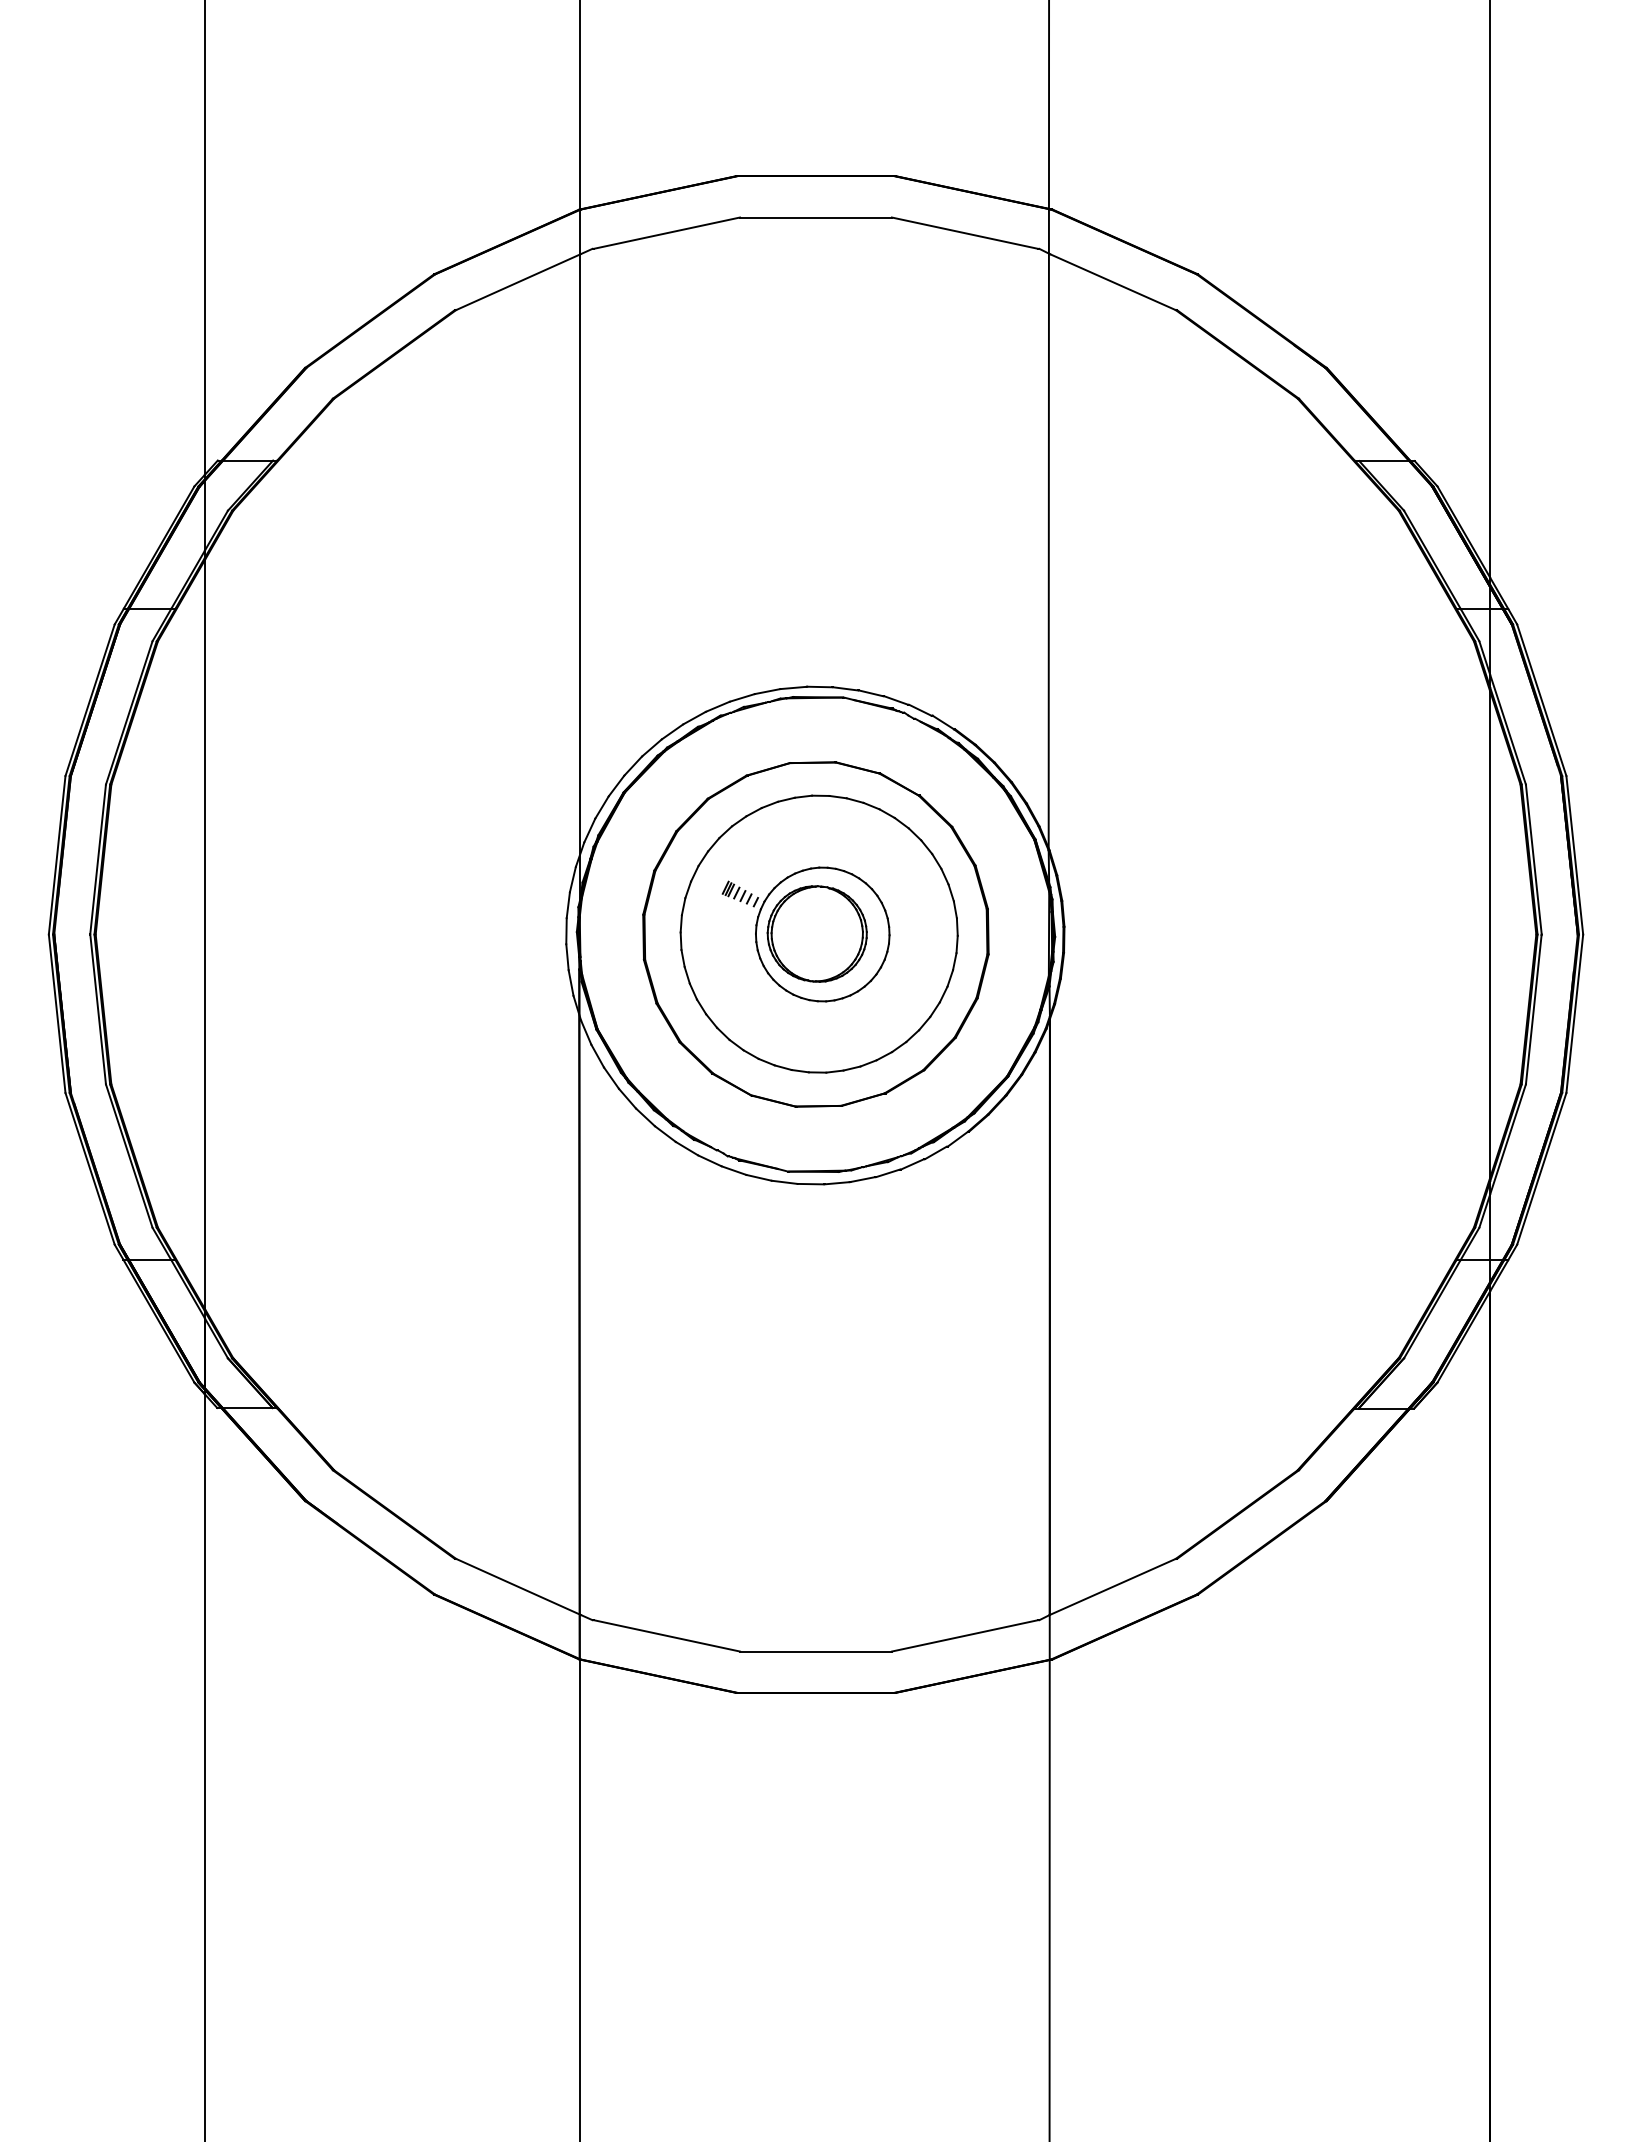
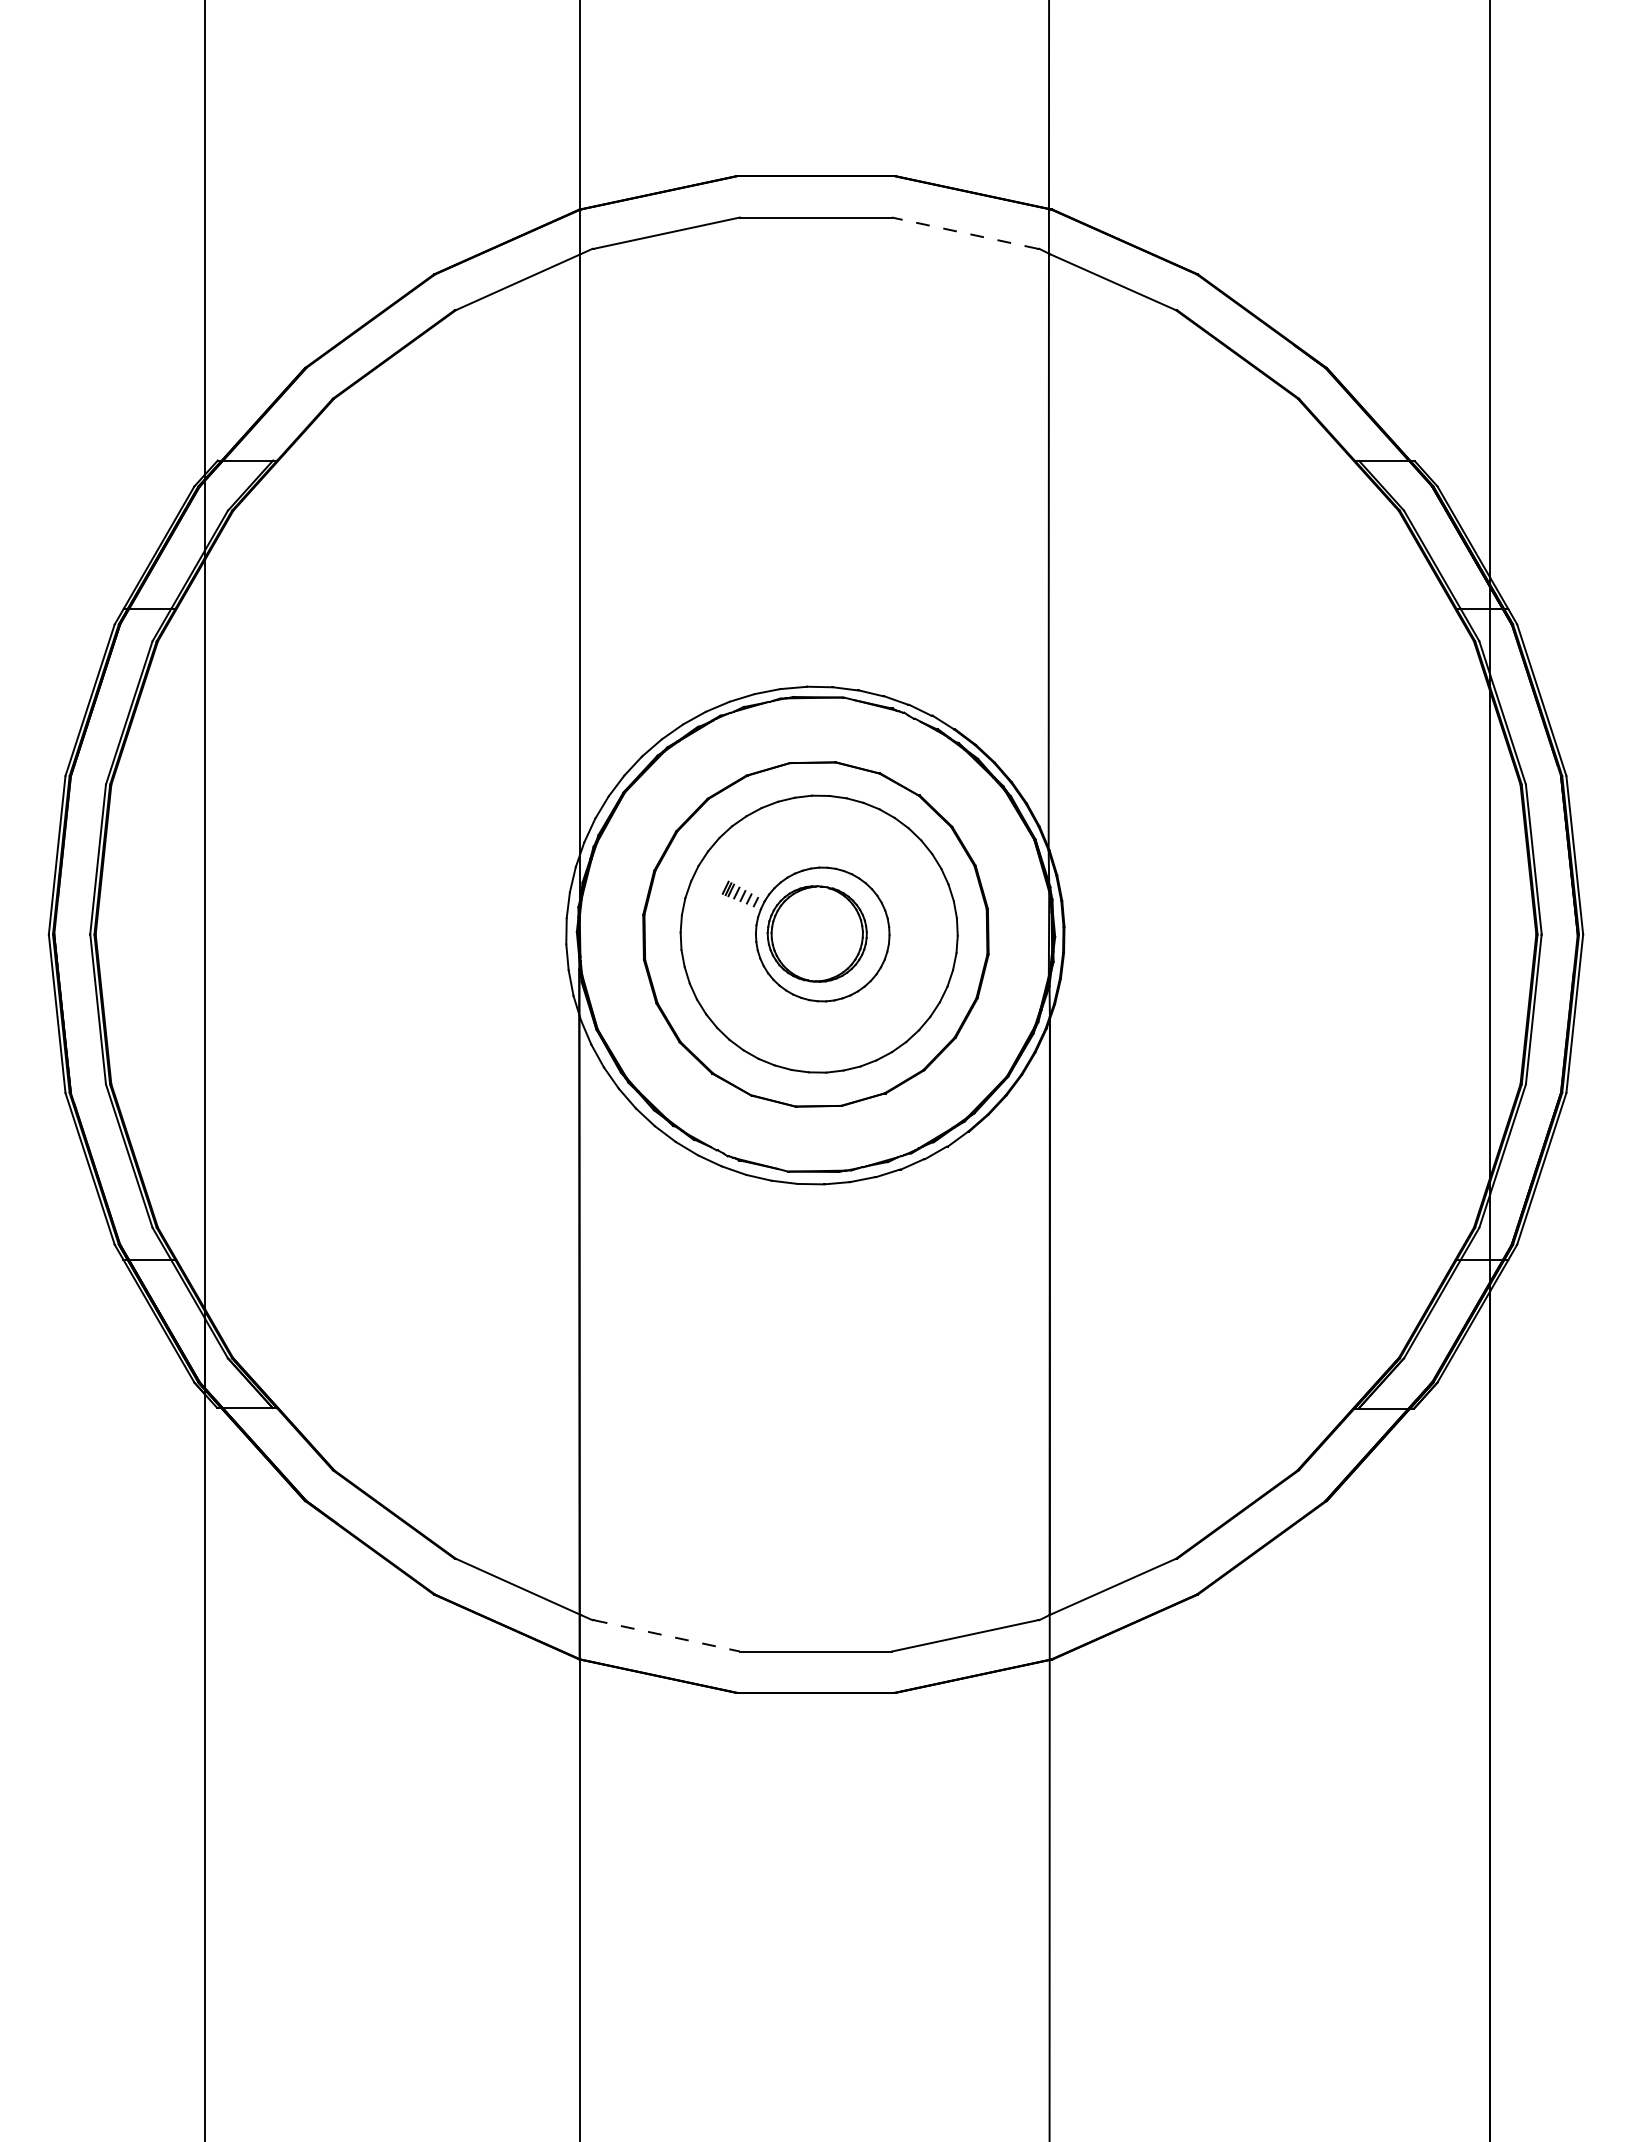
line at (965, 233): solid -> dashed
line at (666, 1635): solid -> dashed
